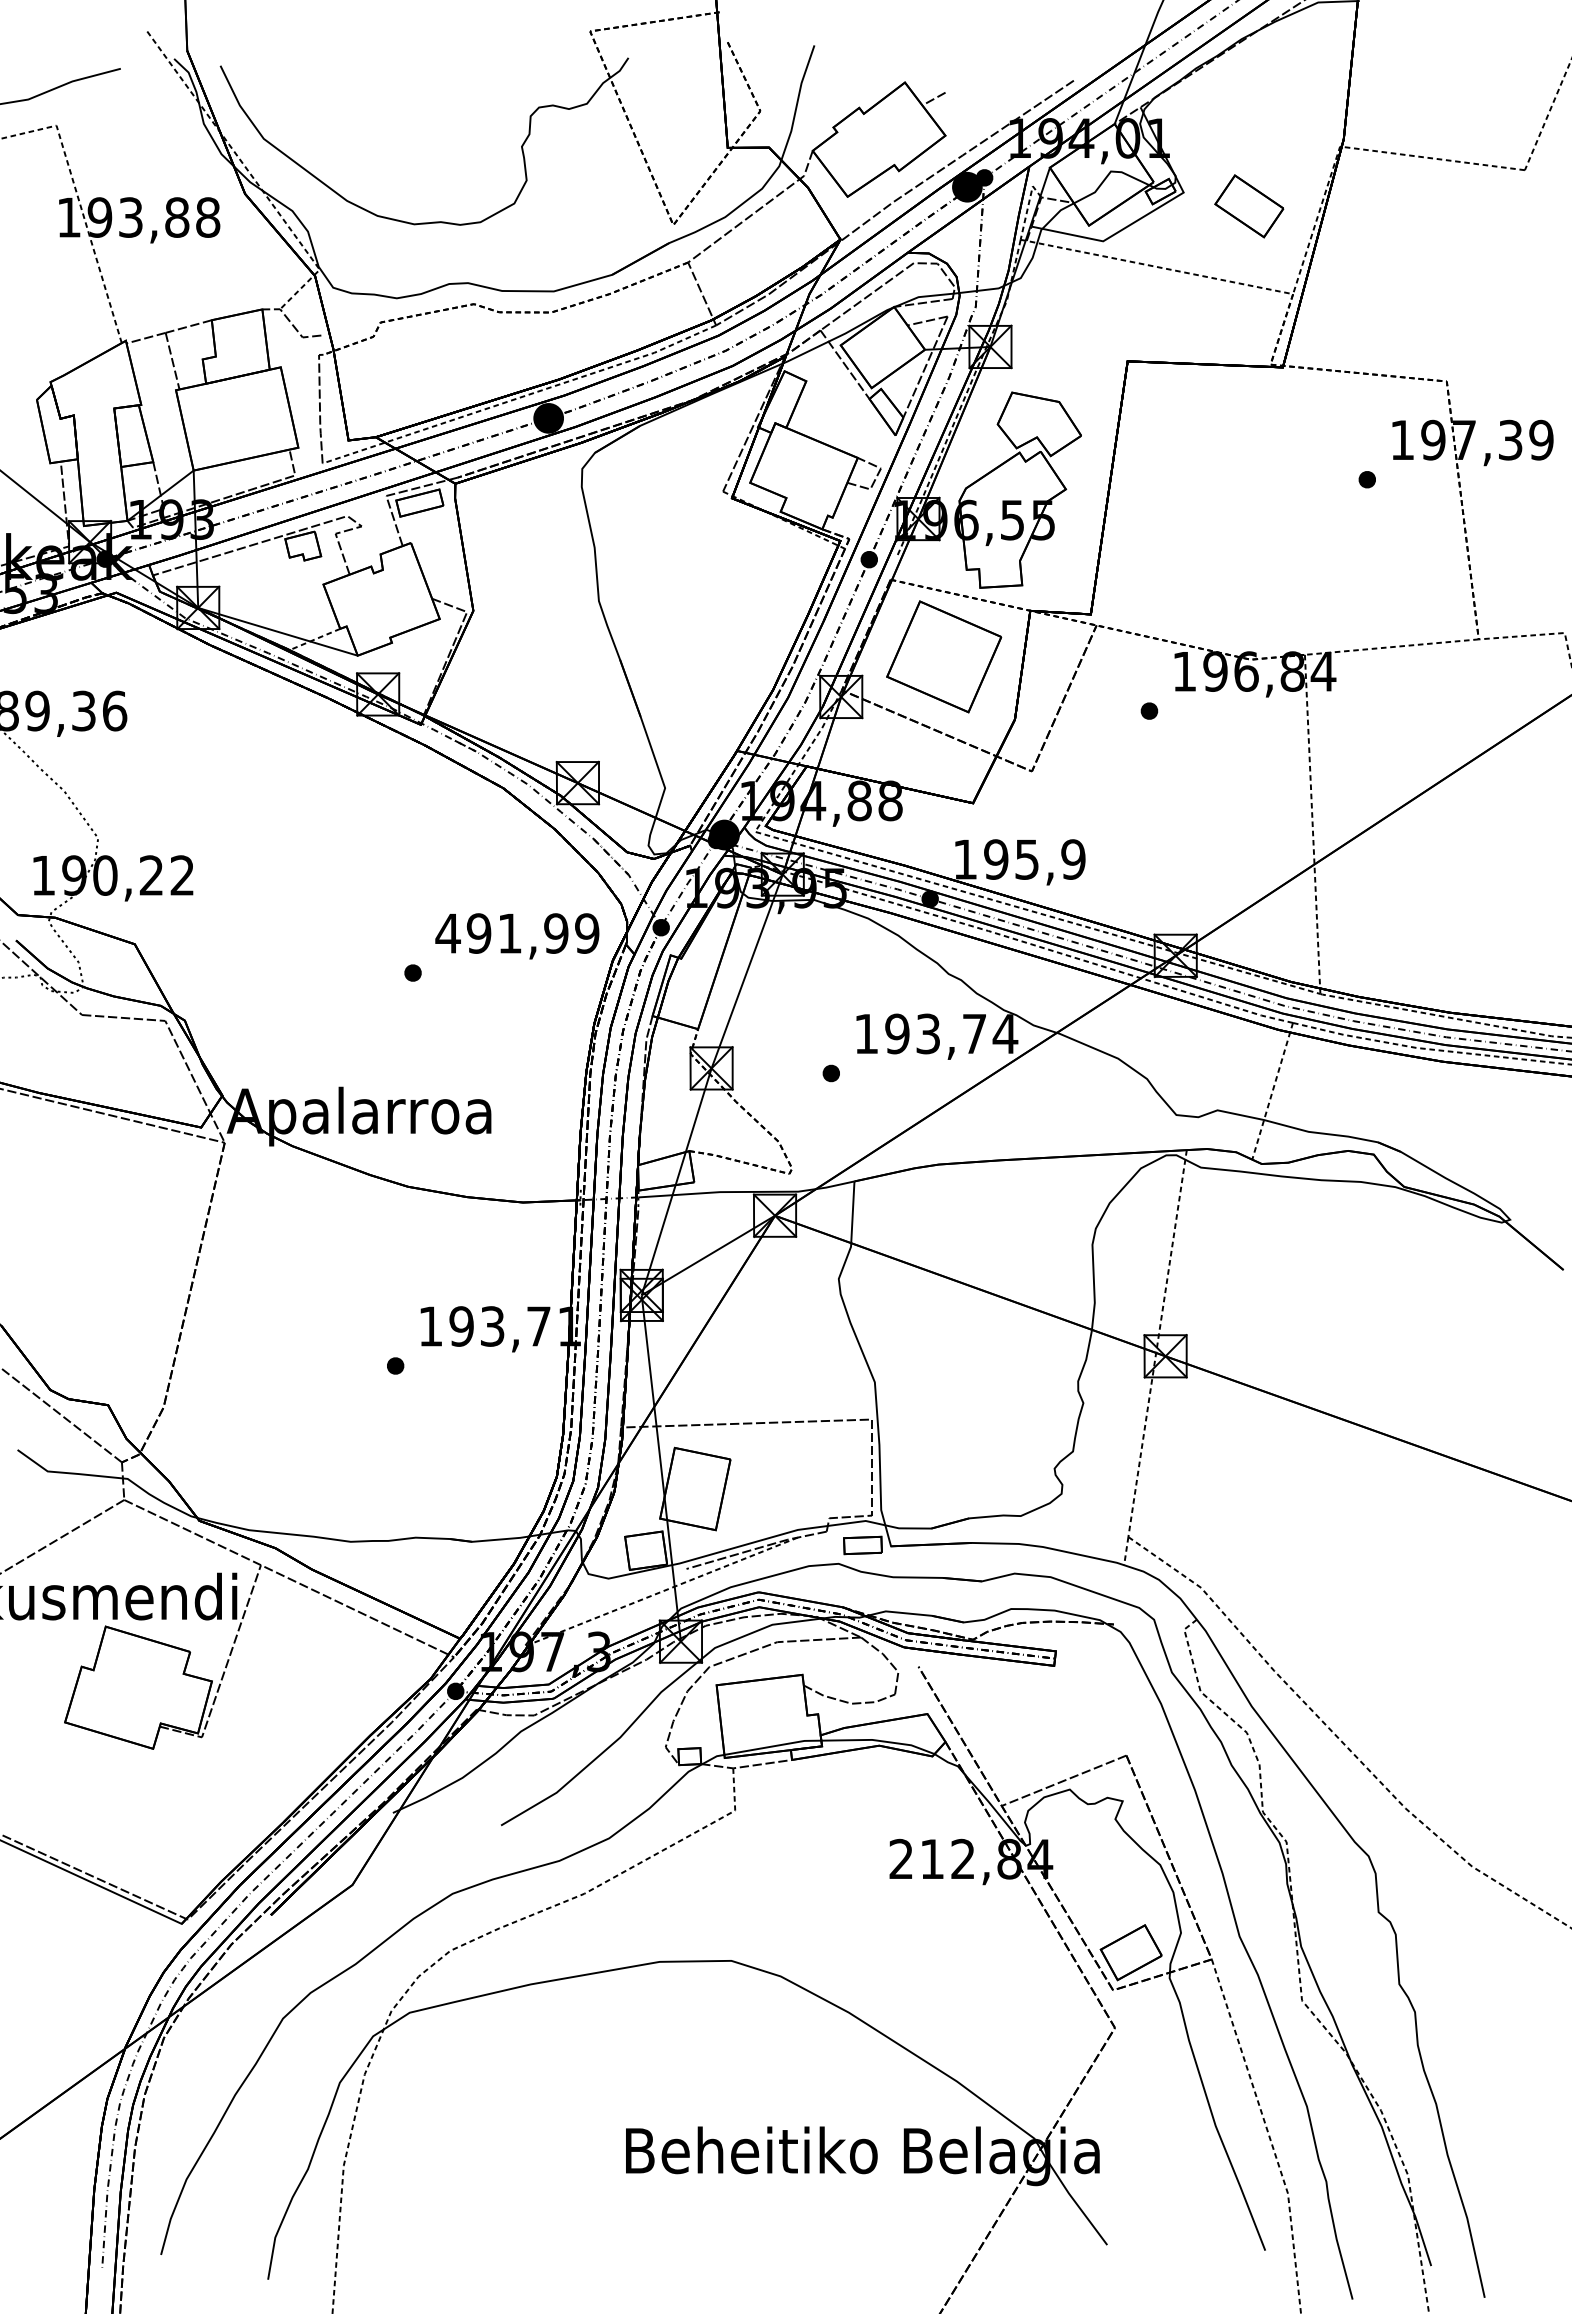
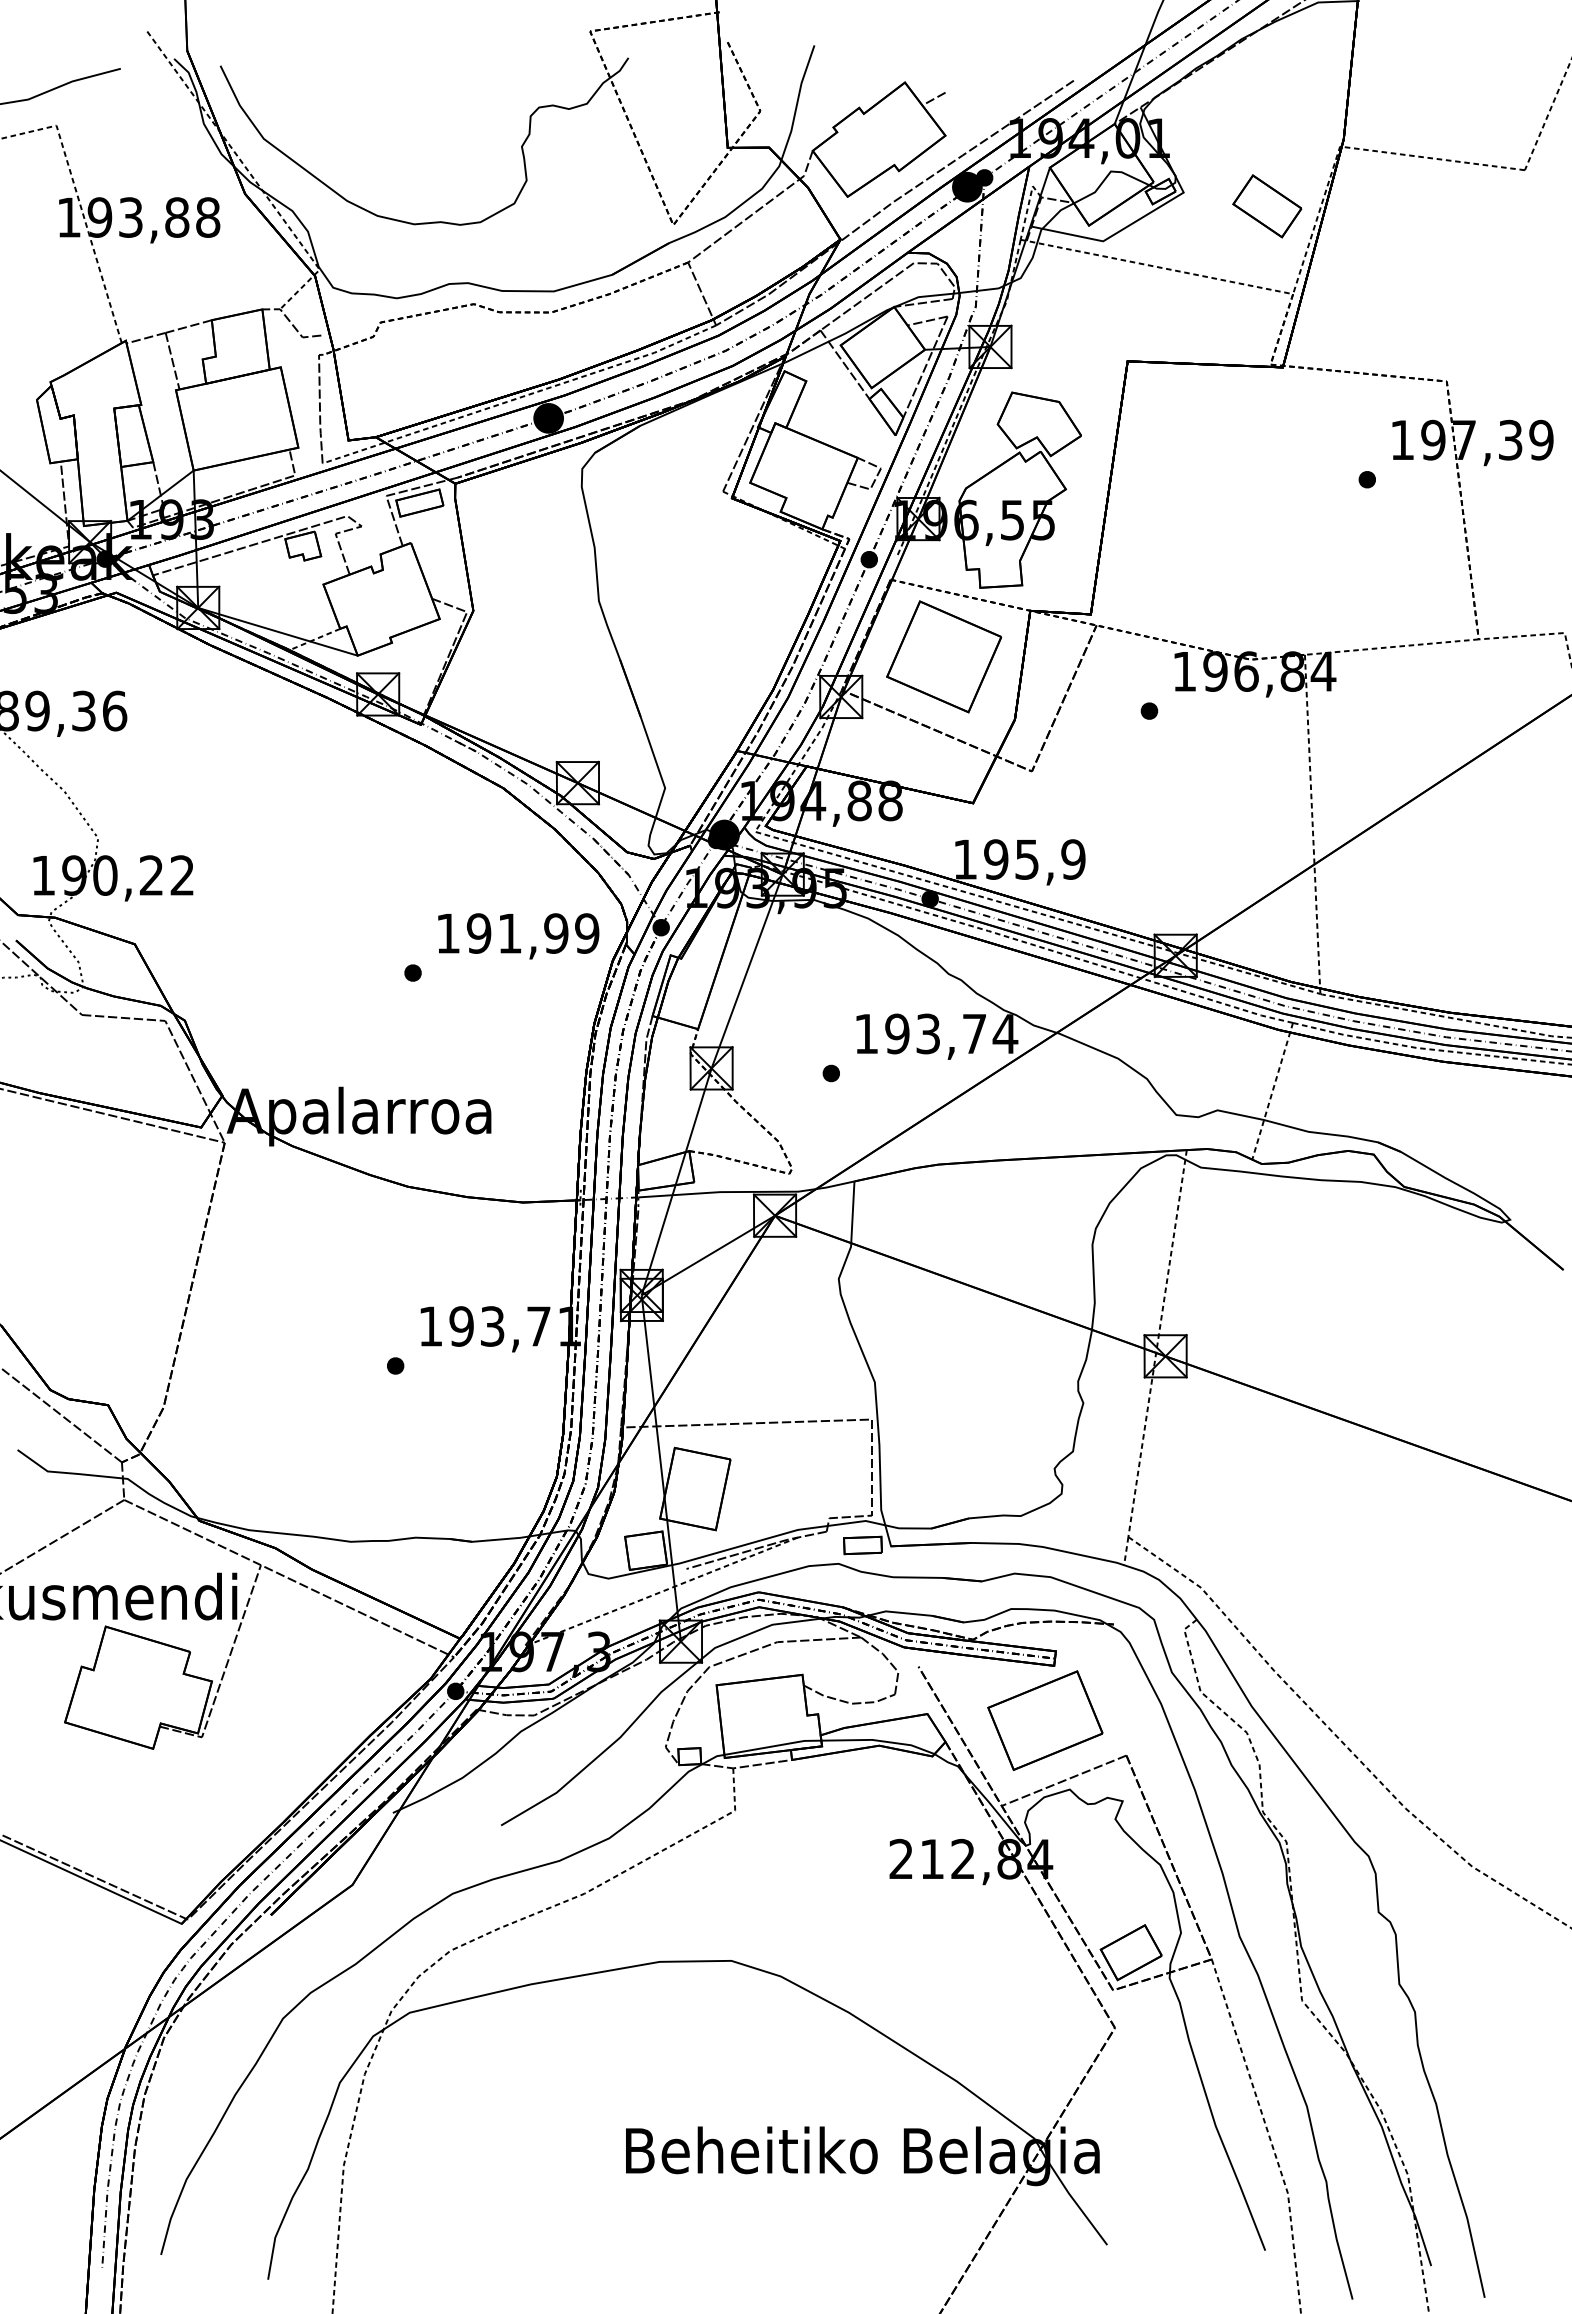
part at (1249, 206) position: (1249, 206) -> (1267, 206)
text at (447, 933): 491,99 -> 191,99
part at (1045, 1720): none -> present
